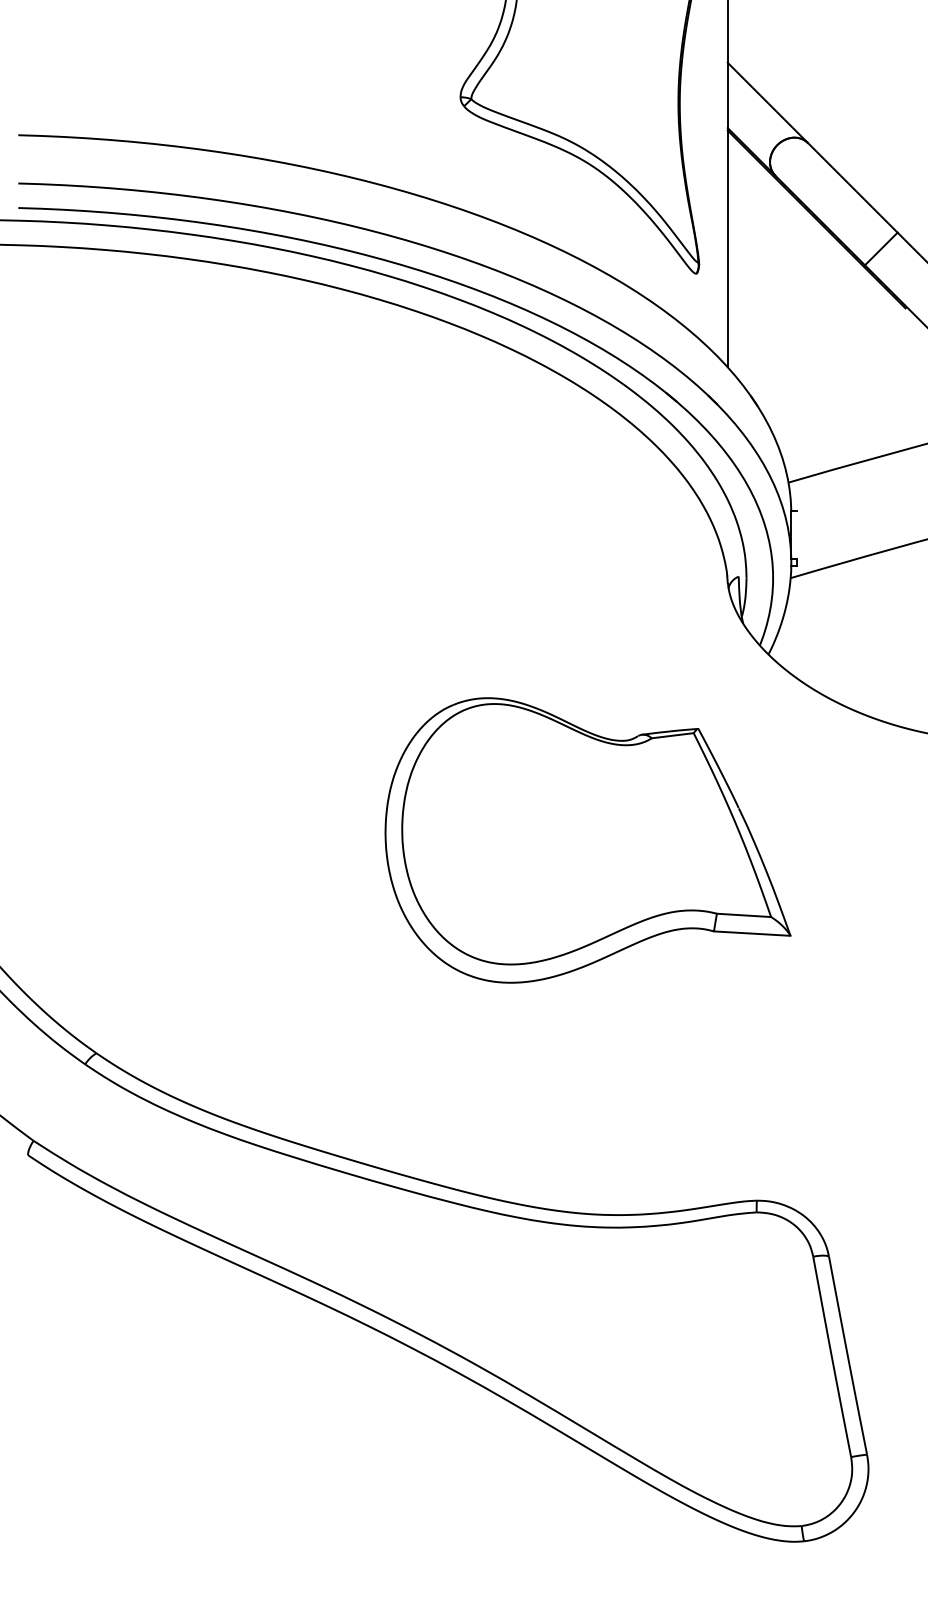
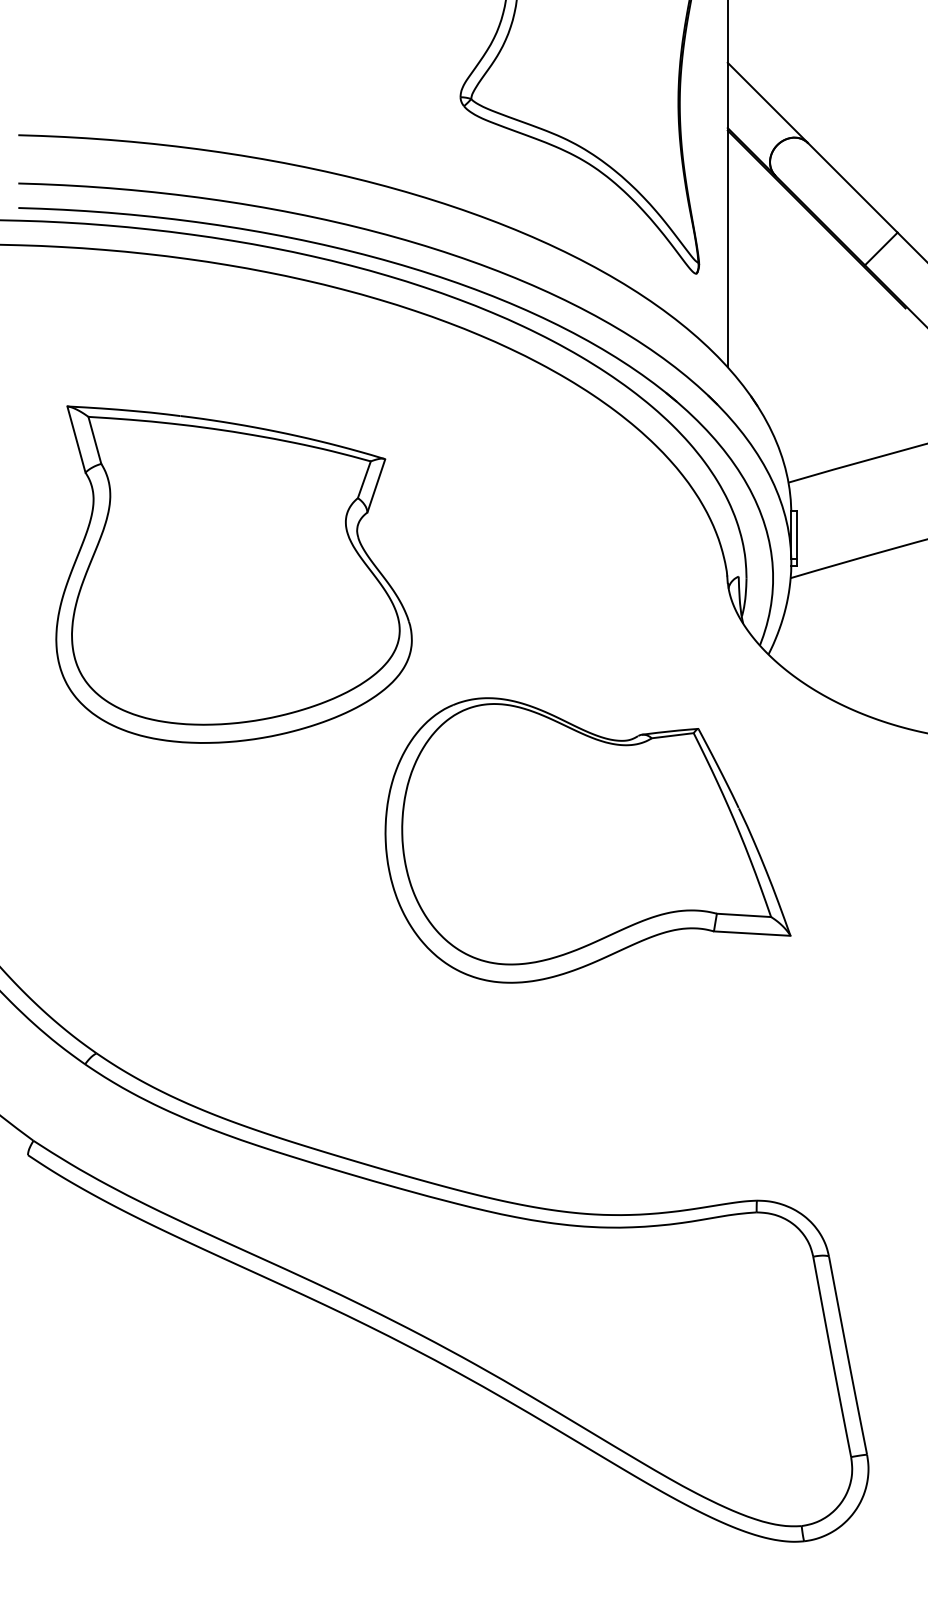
line at (796, 534): none -> present
part at (233, 574): none -> present
